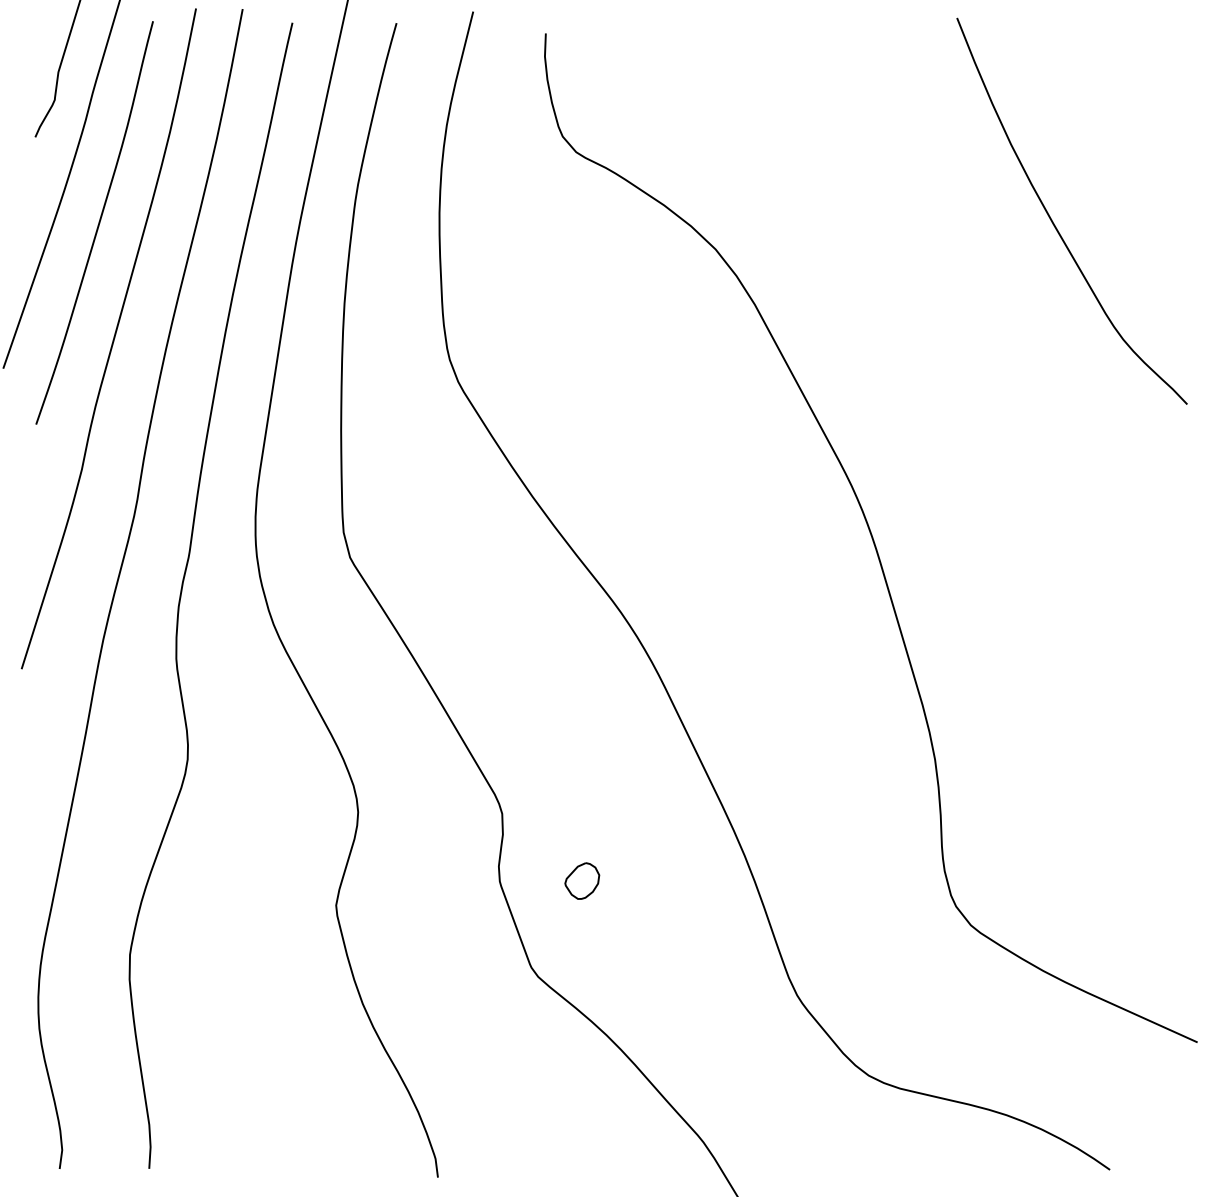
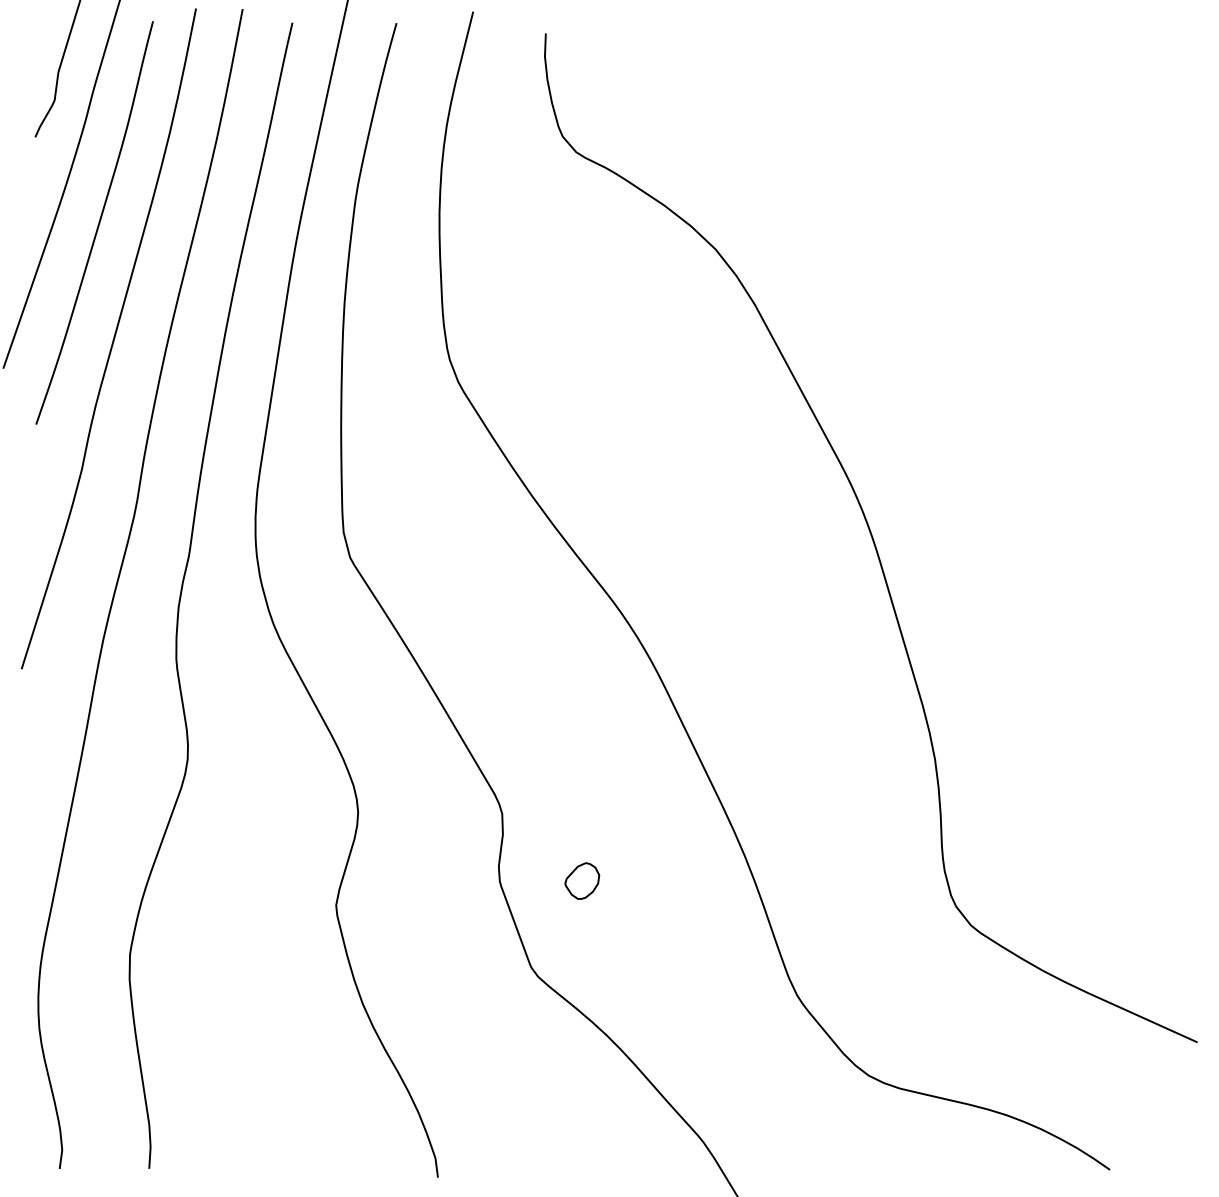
curve at (1052, 219): present -> none
